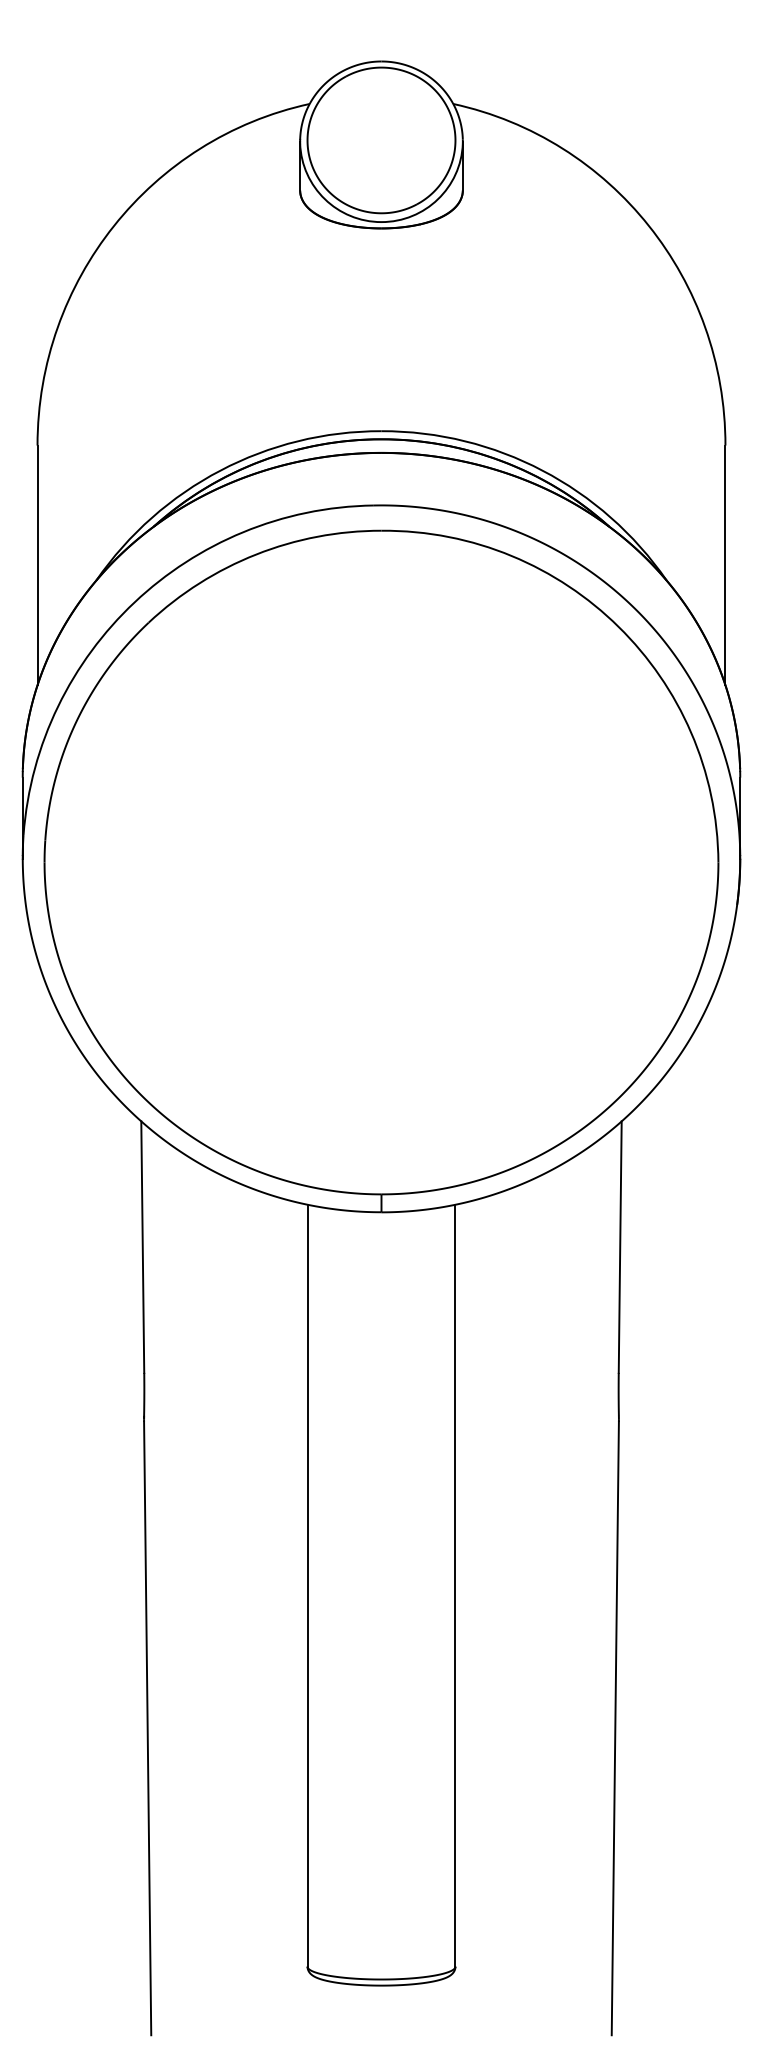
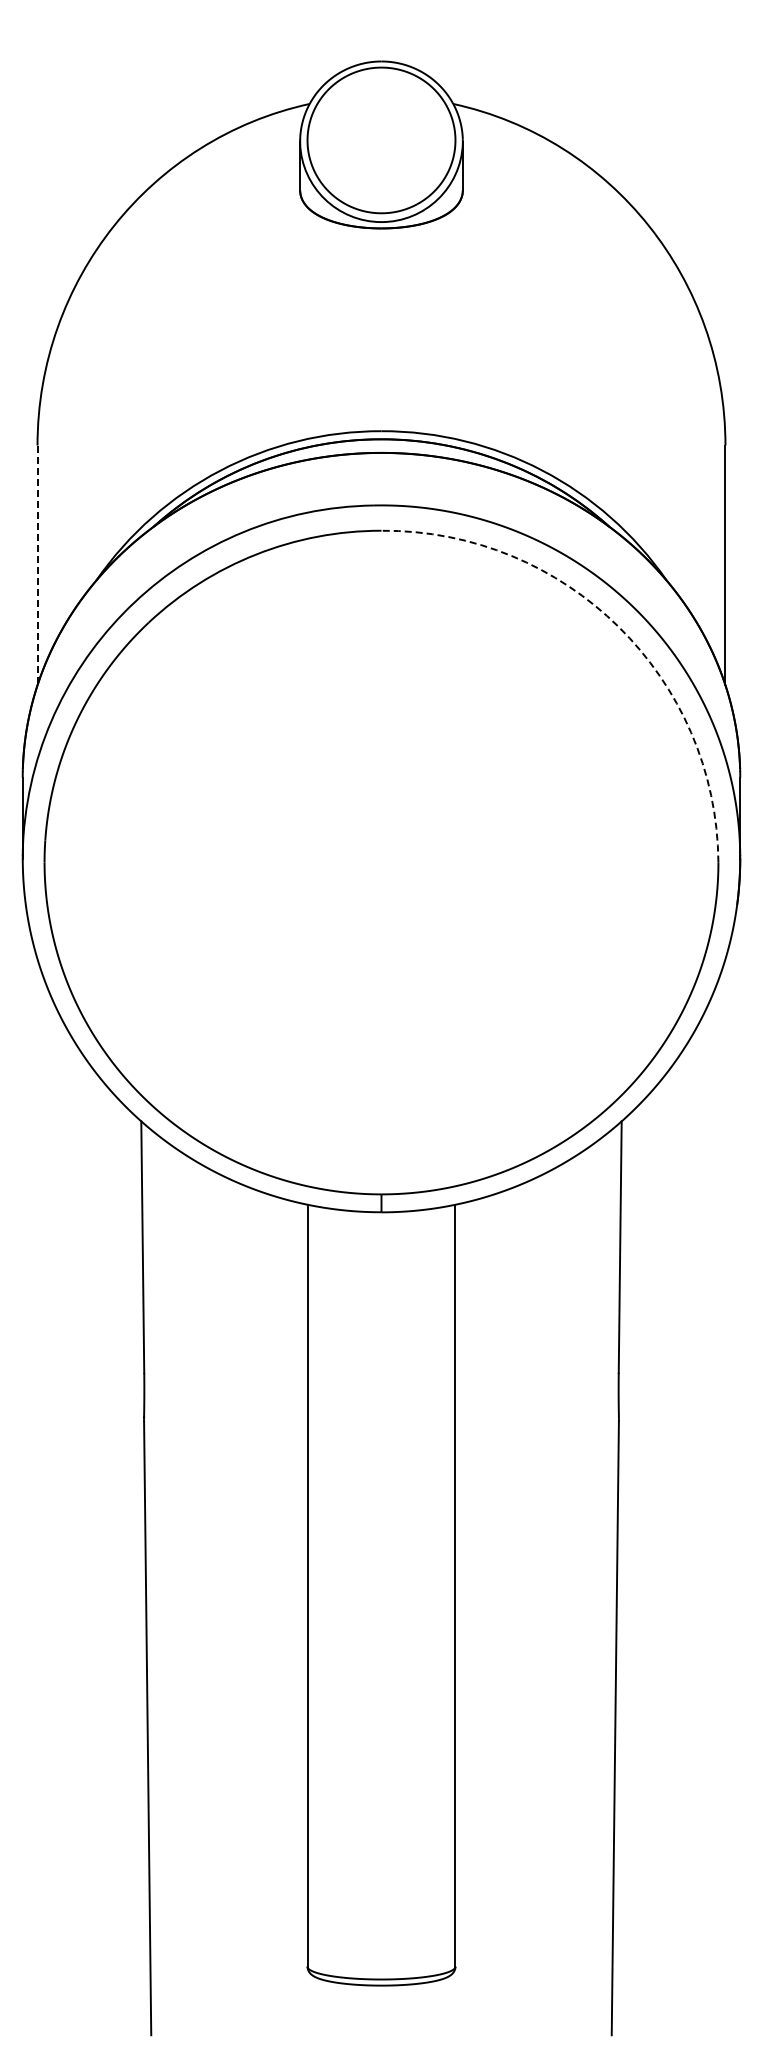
line at (37, 565): solid -> dashed
arc at (618, 626): solid -> dashed
